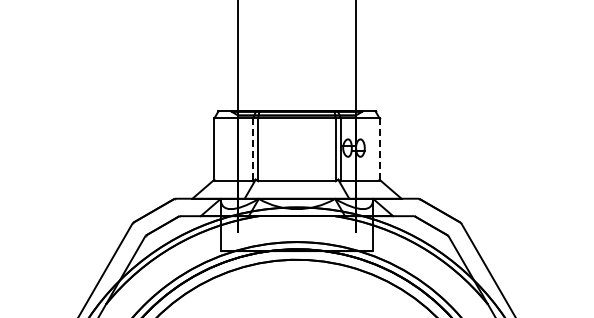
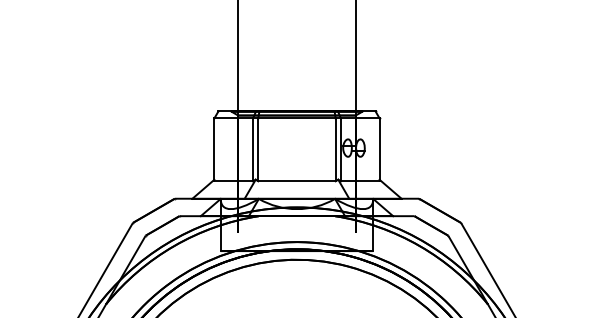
line at (253, 150): dashed -> solid
line at (379, 150): dashed -> solid
